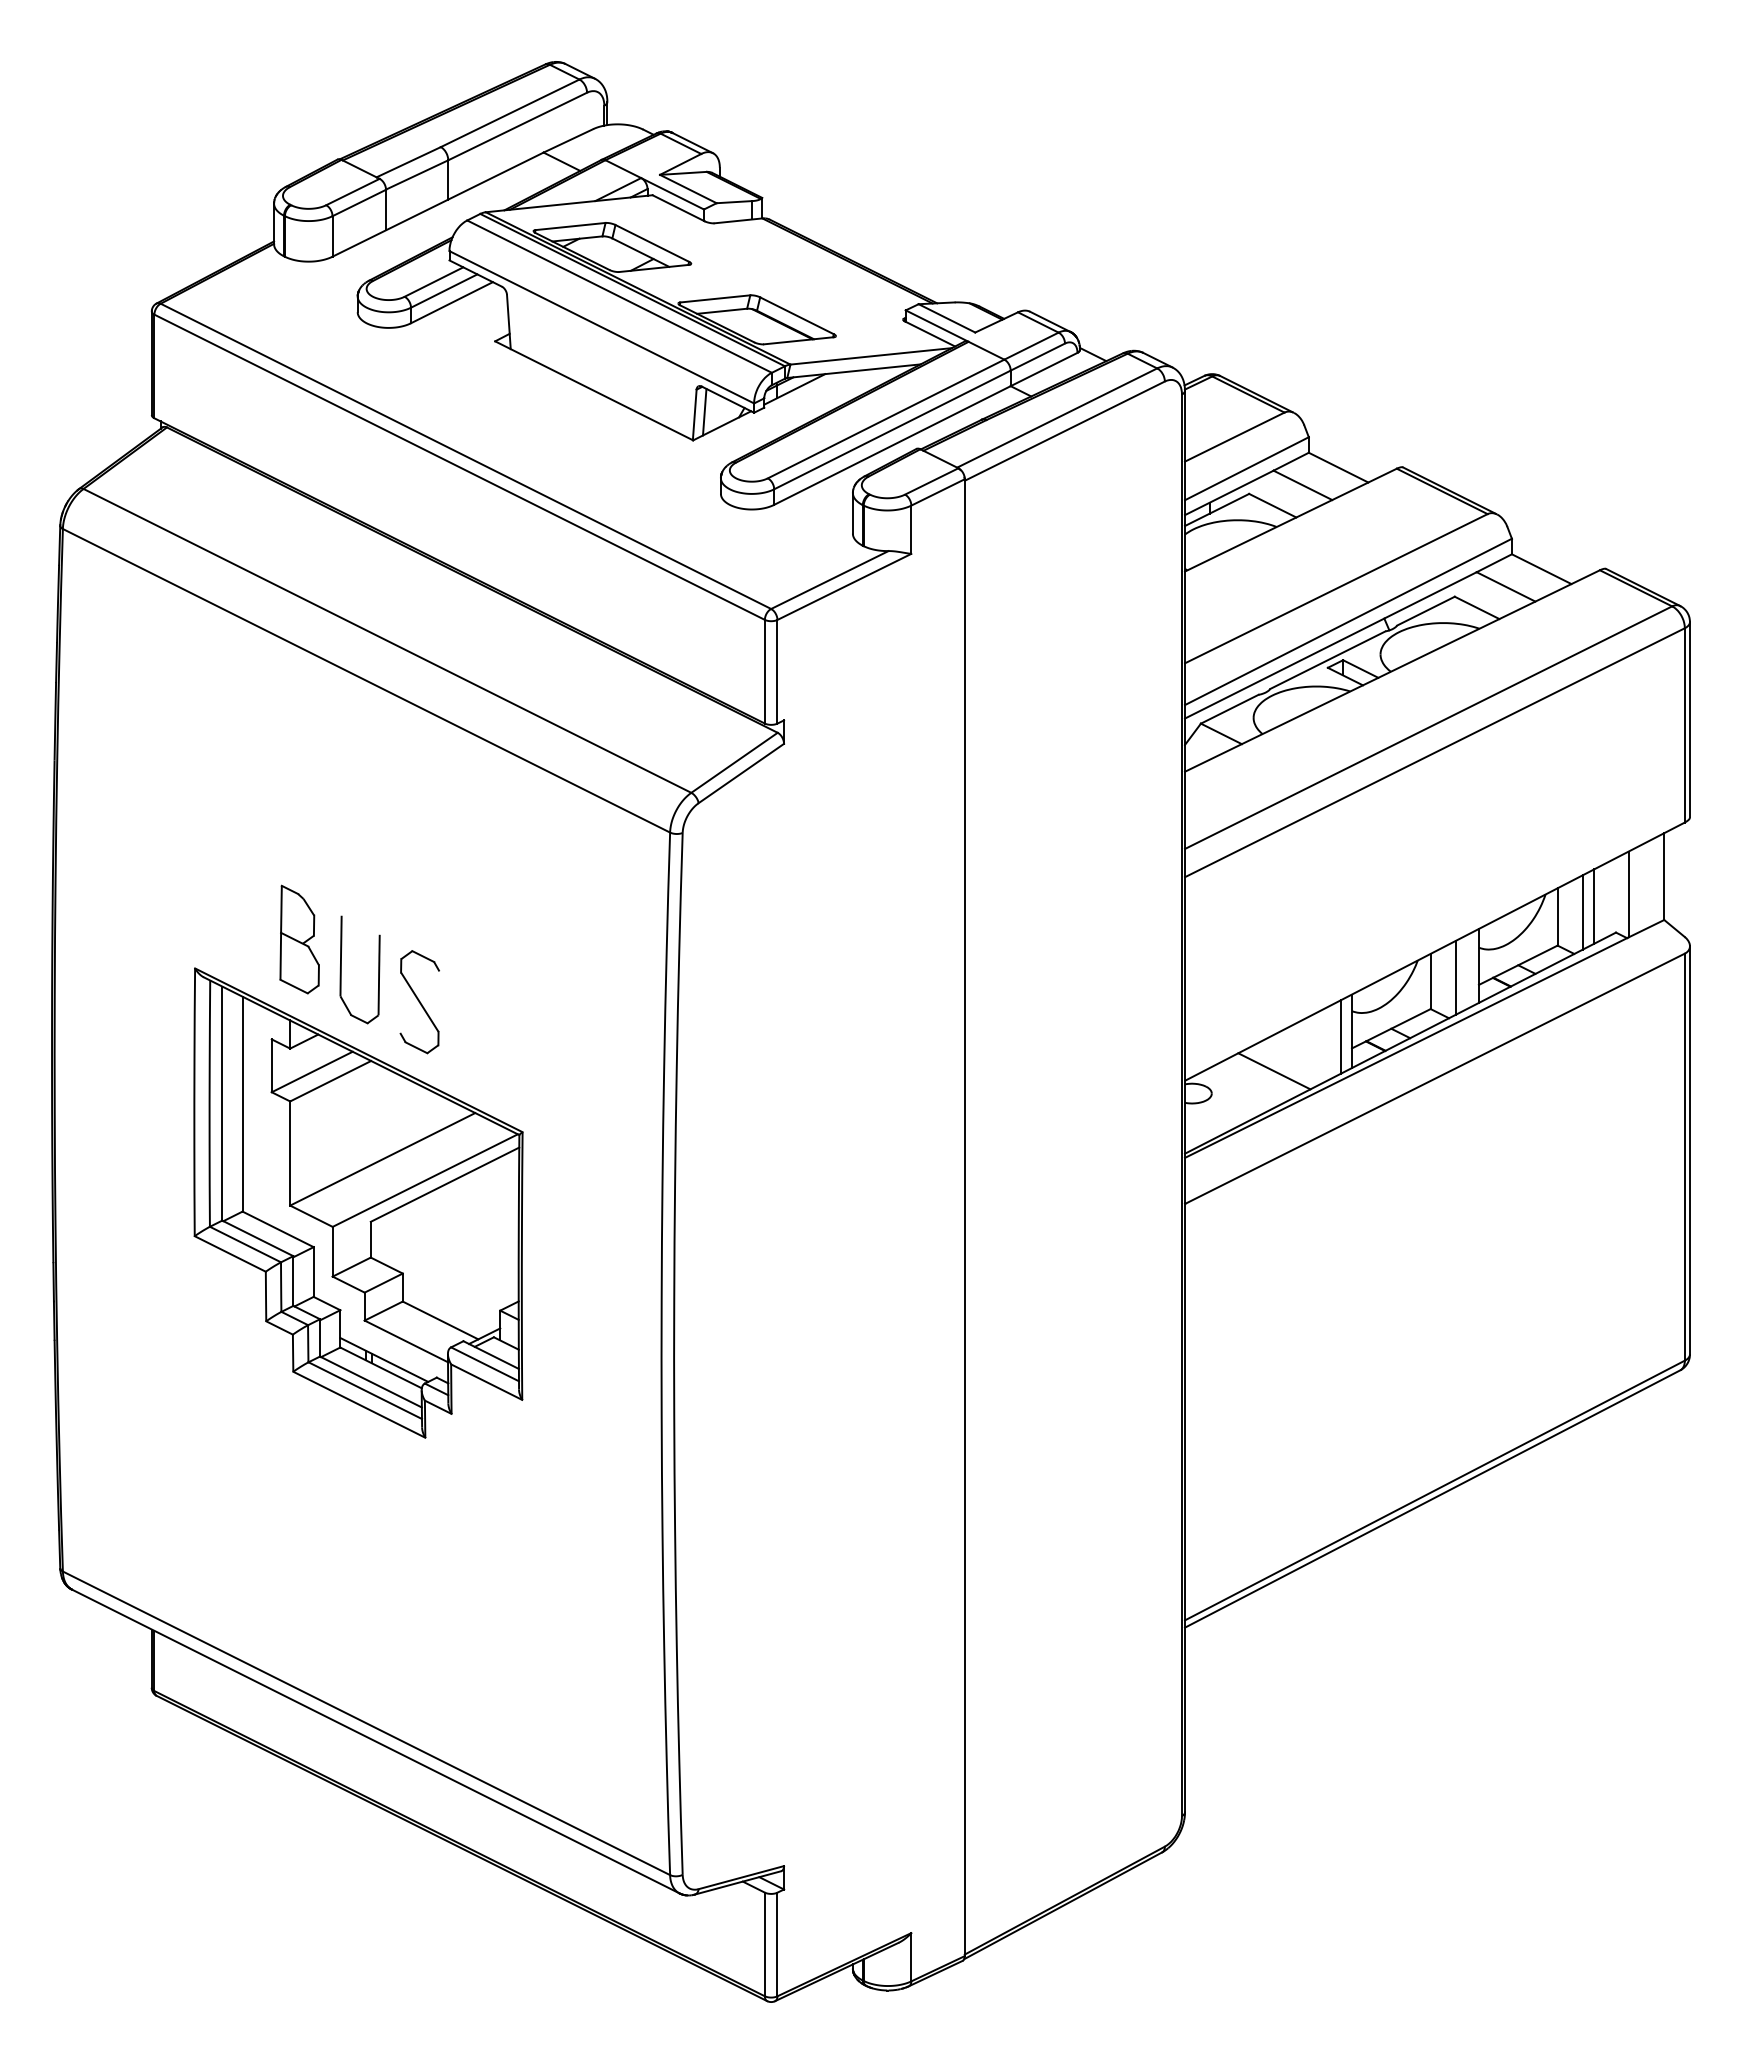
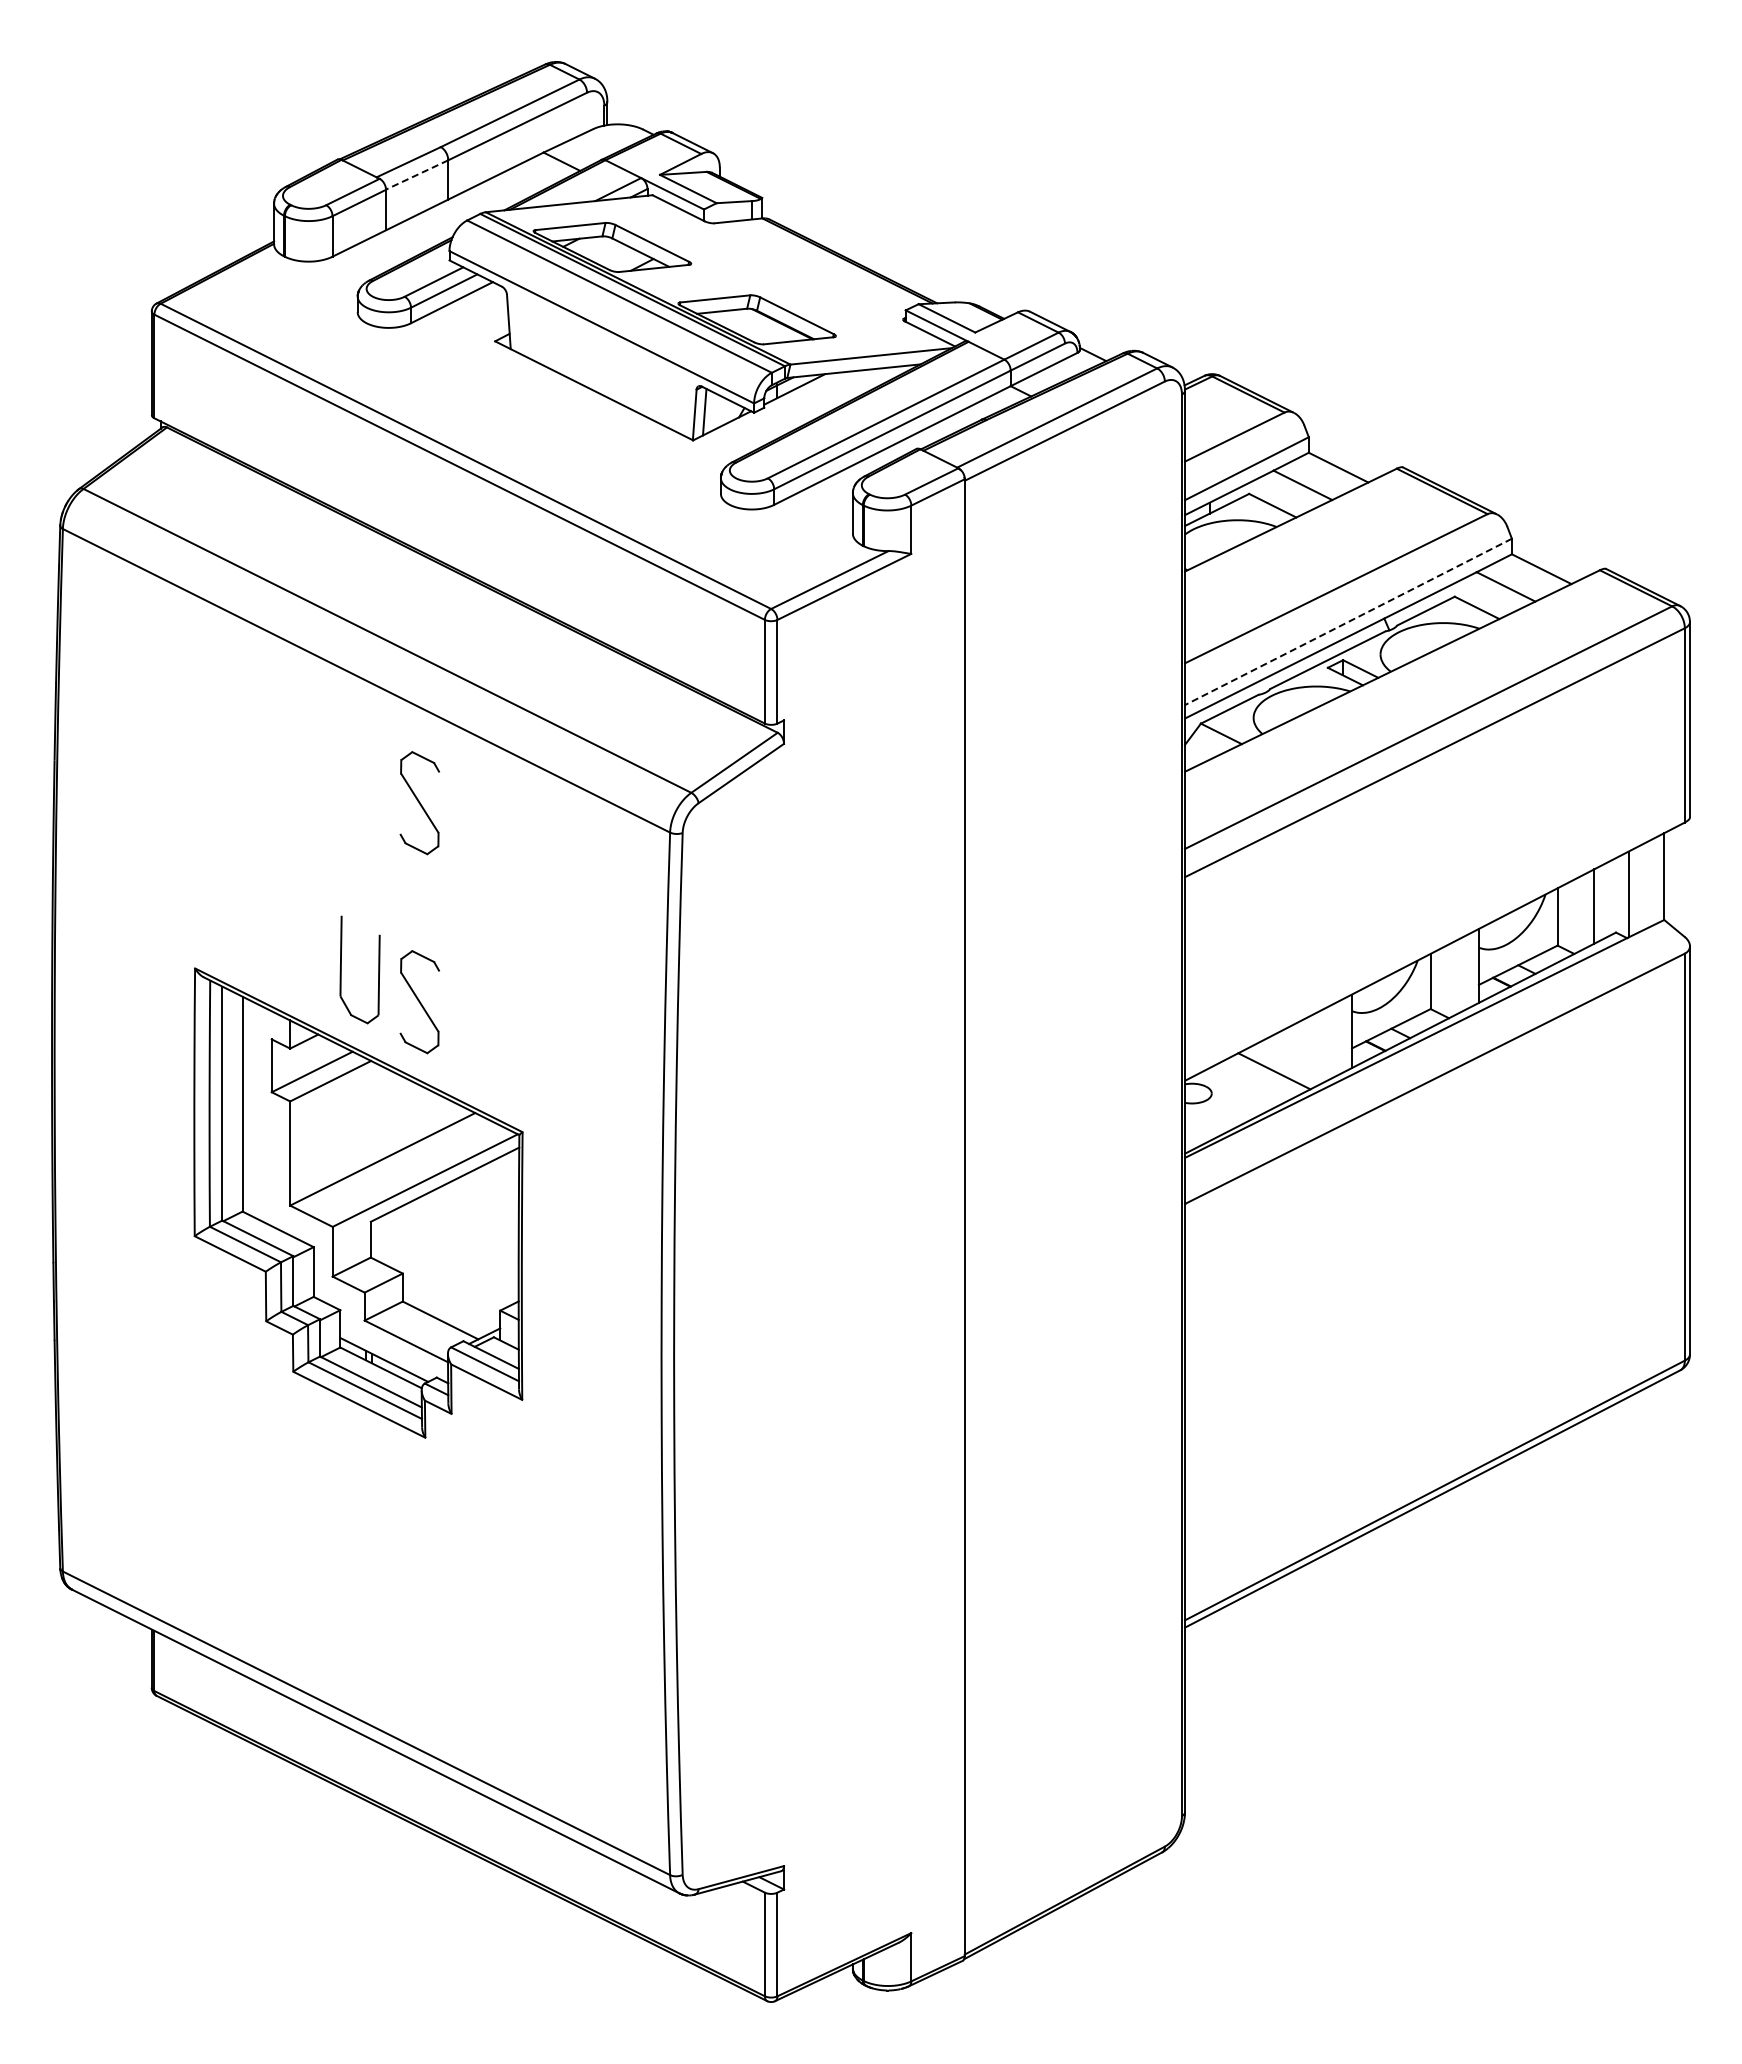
line at (416, 175): solid -> dashed
line at (1348, 622): solid -> dashed
part at (419, 803): none -> present
line at (1583, 912): present -> none
part at (299, 939): present -> none
line at (1456, 977): present -> none
line at (1340, 1036): present -> none
